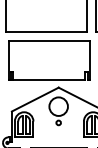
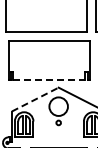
line at (49, 80): solid -> dashed
line at (35, 99): solid -> dashed
